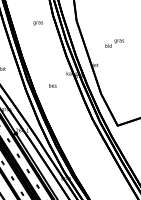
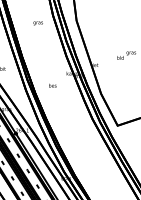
text at (114, 43) position: (114, 43) -> (126, 55)
